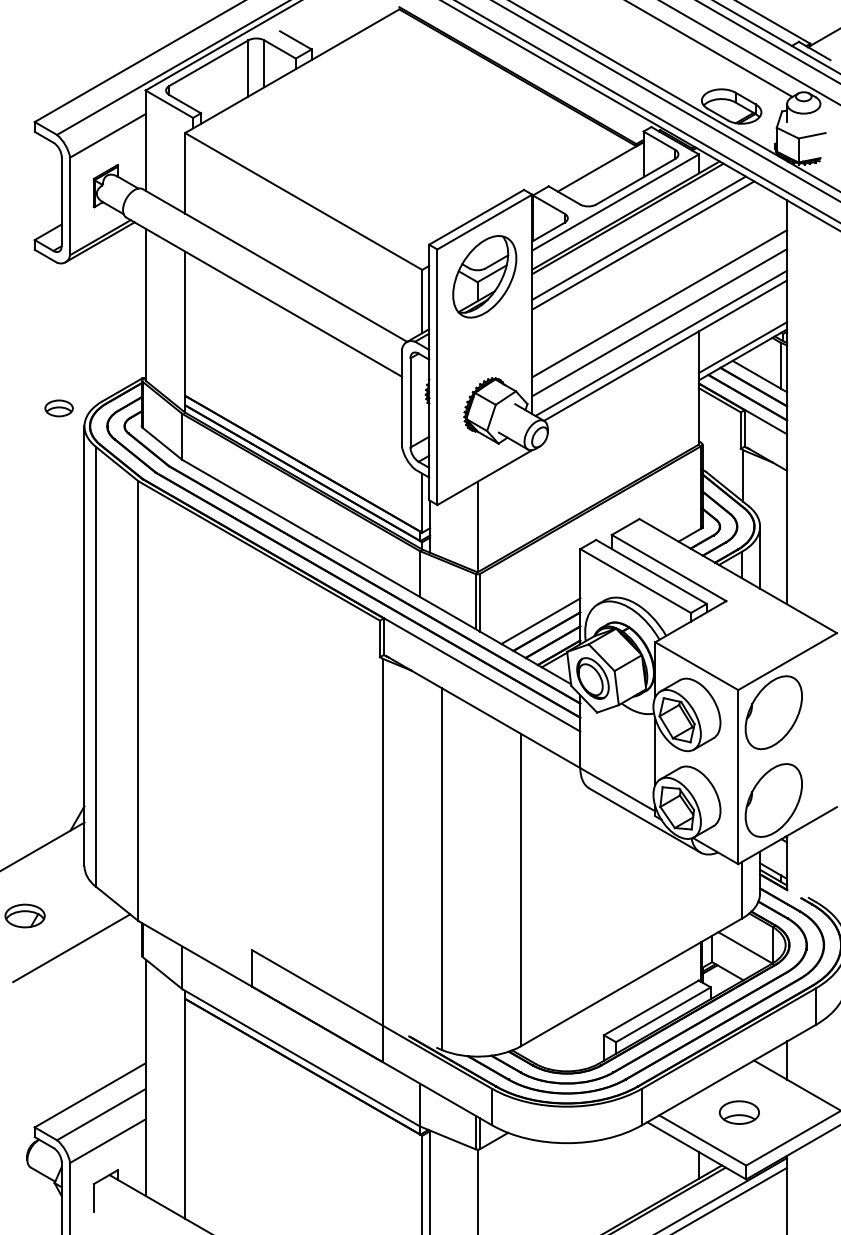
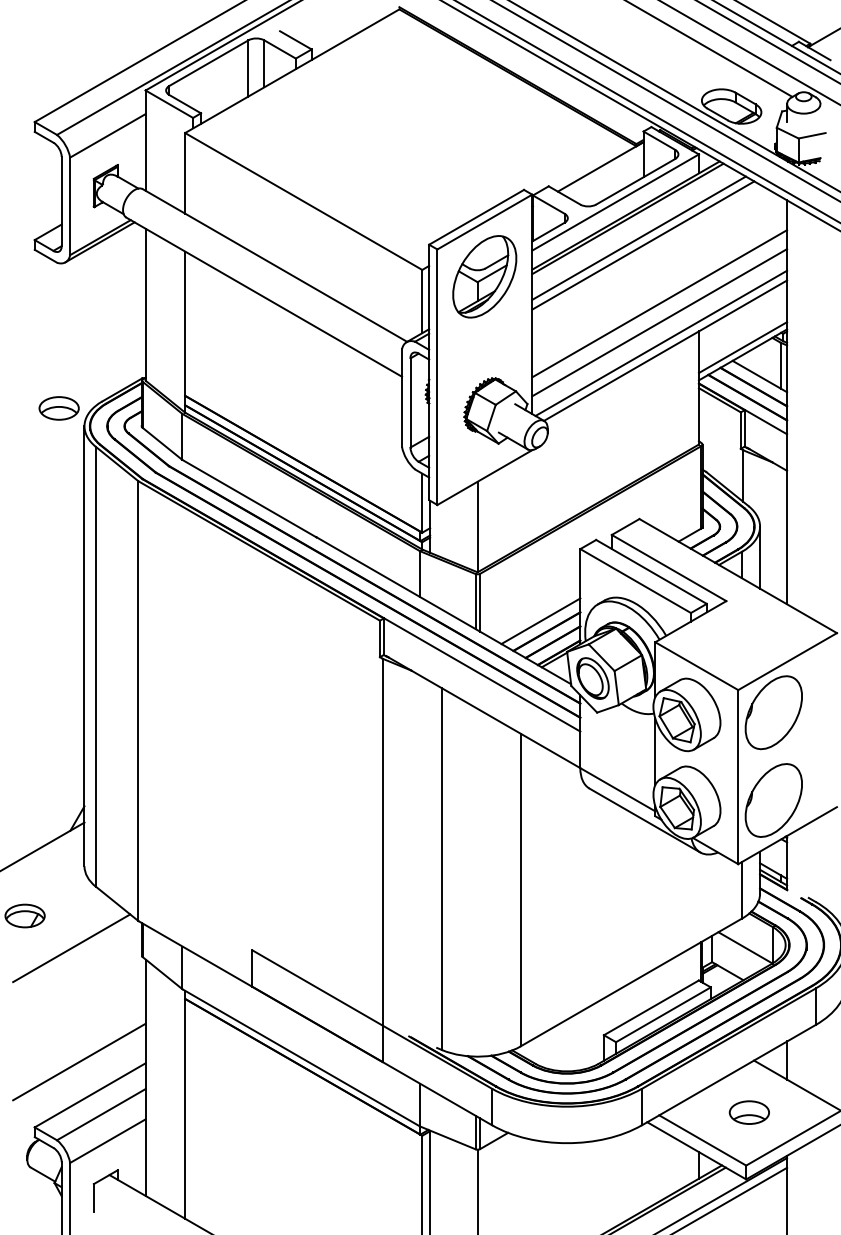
part at (58, 408) size: 30x19 px -> 42x25 px
line at (79, 1061): none -> present
part at (738, 1112) position: (738, 1112) -> (748, 1112)
